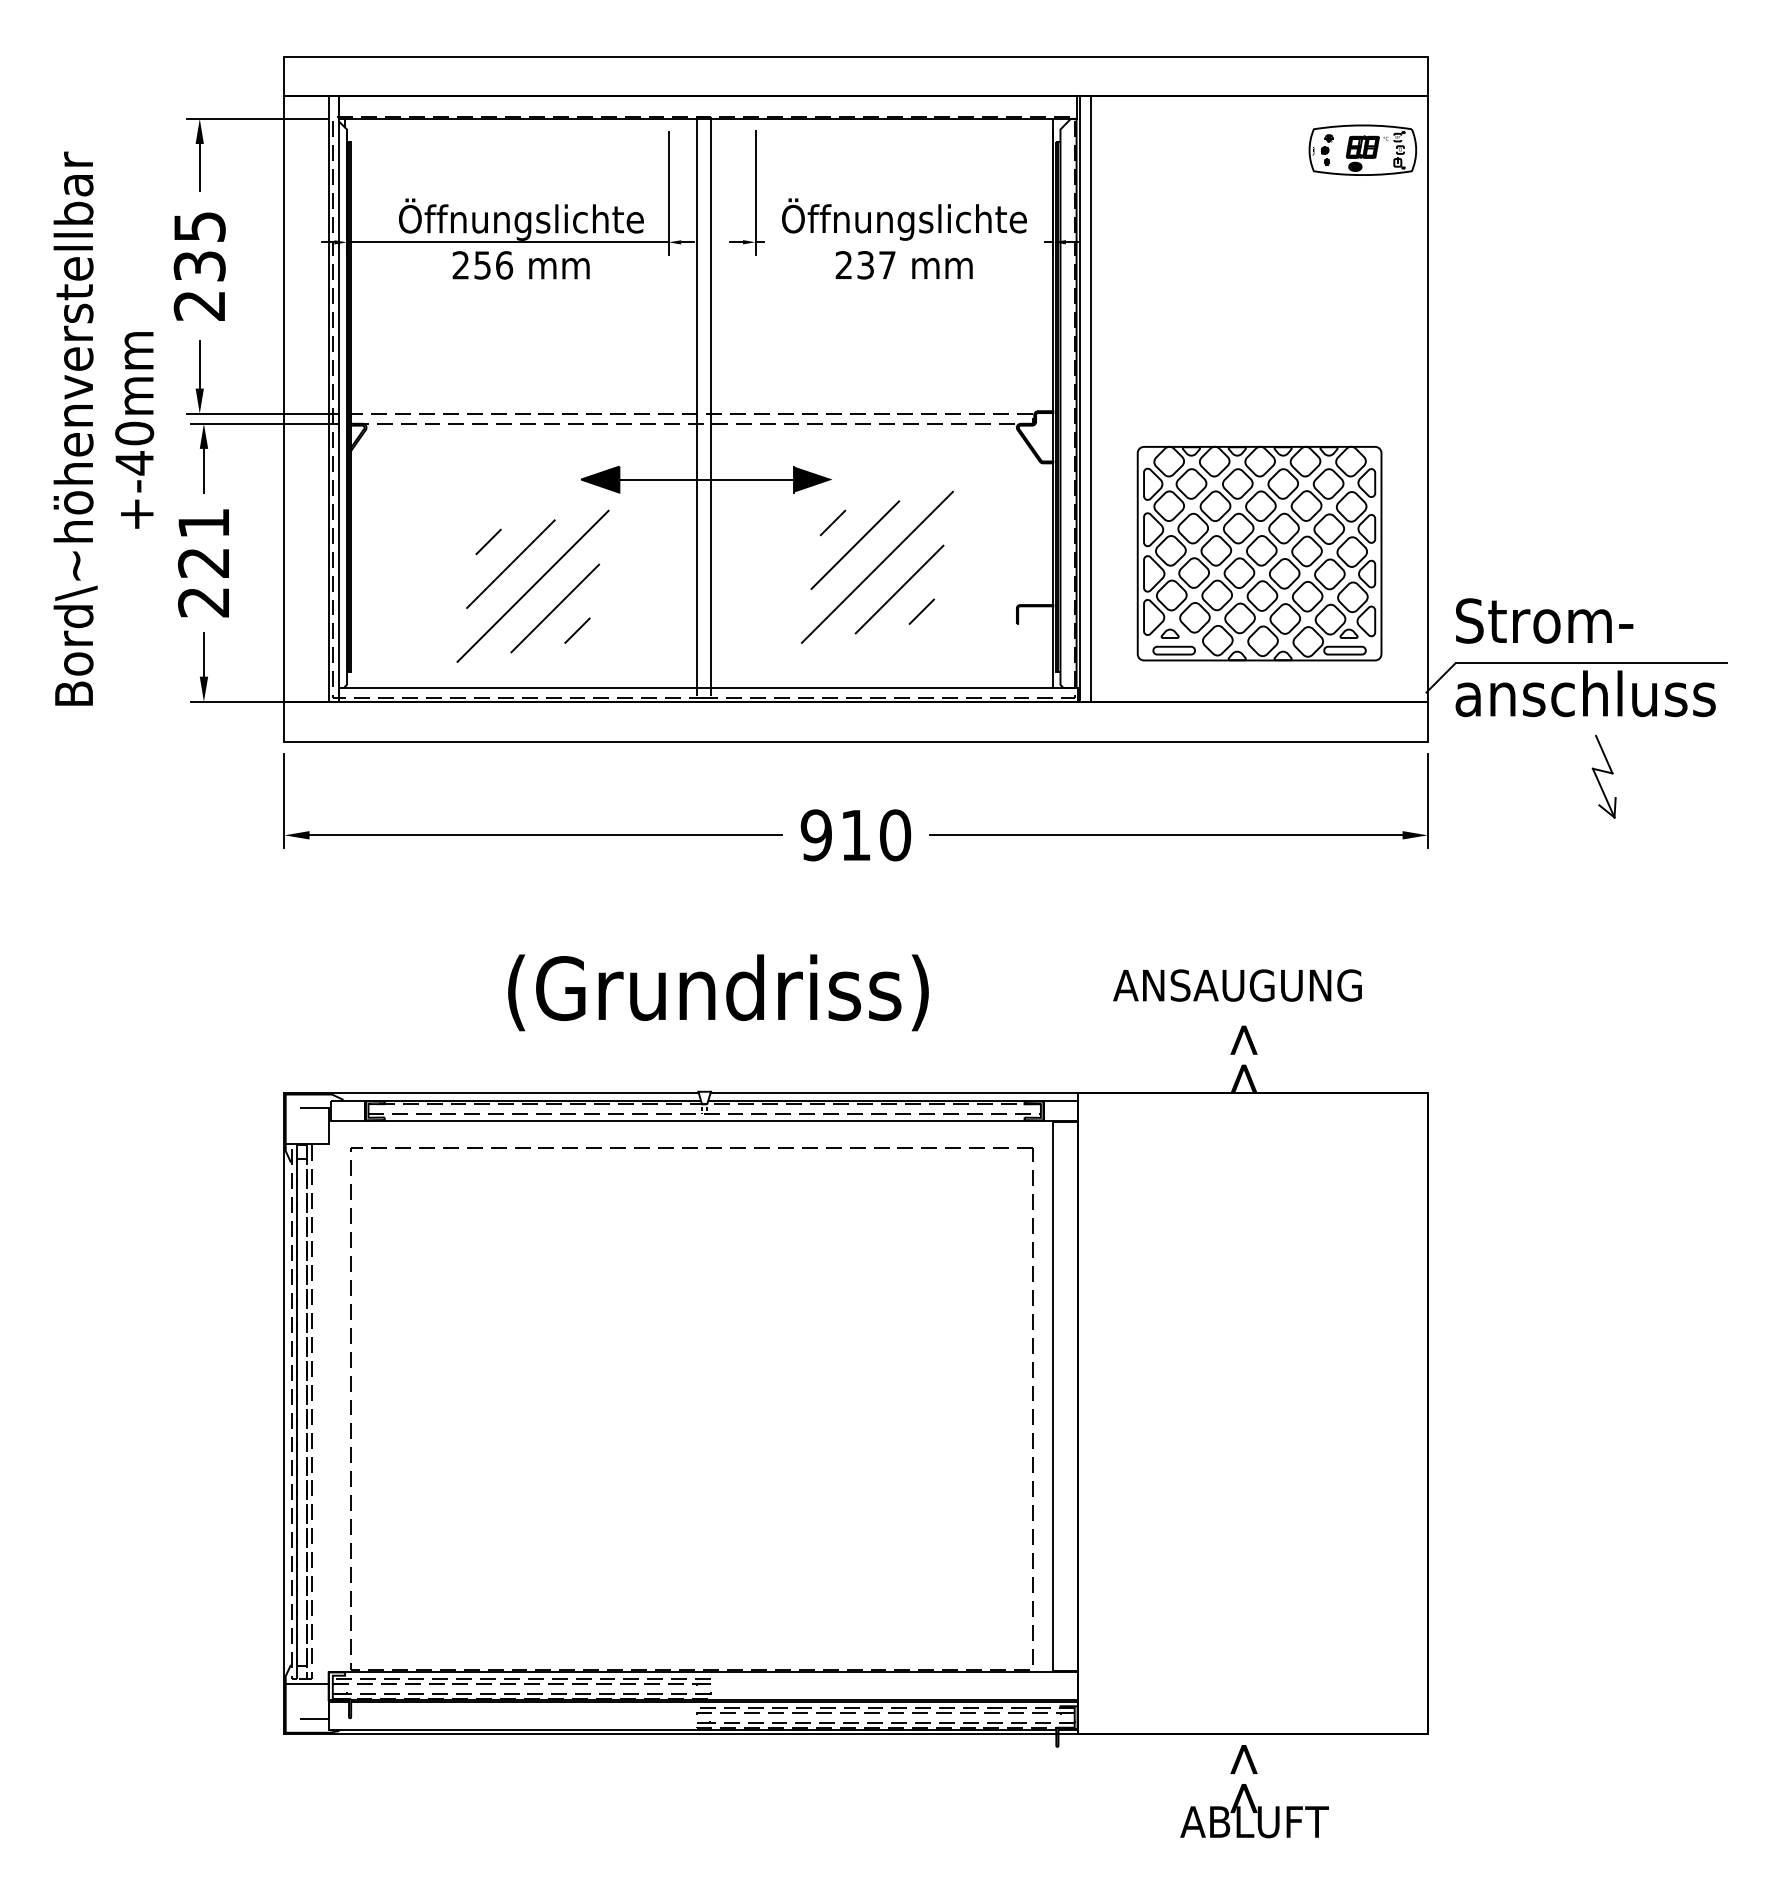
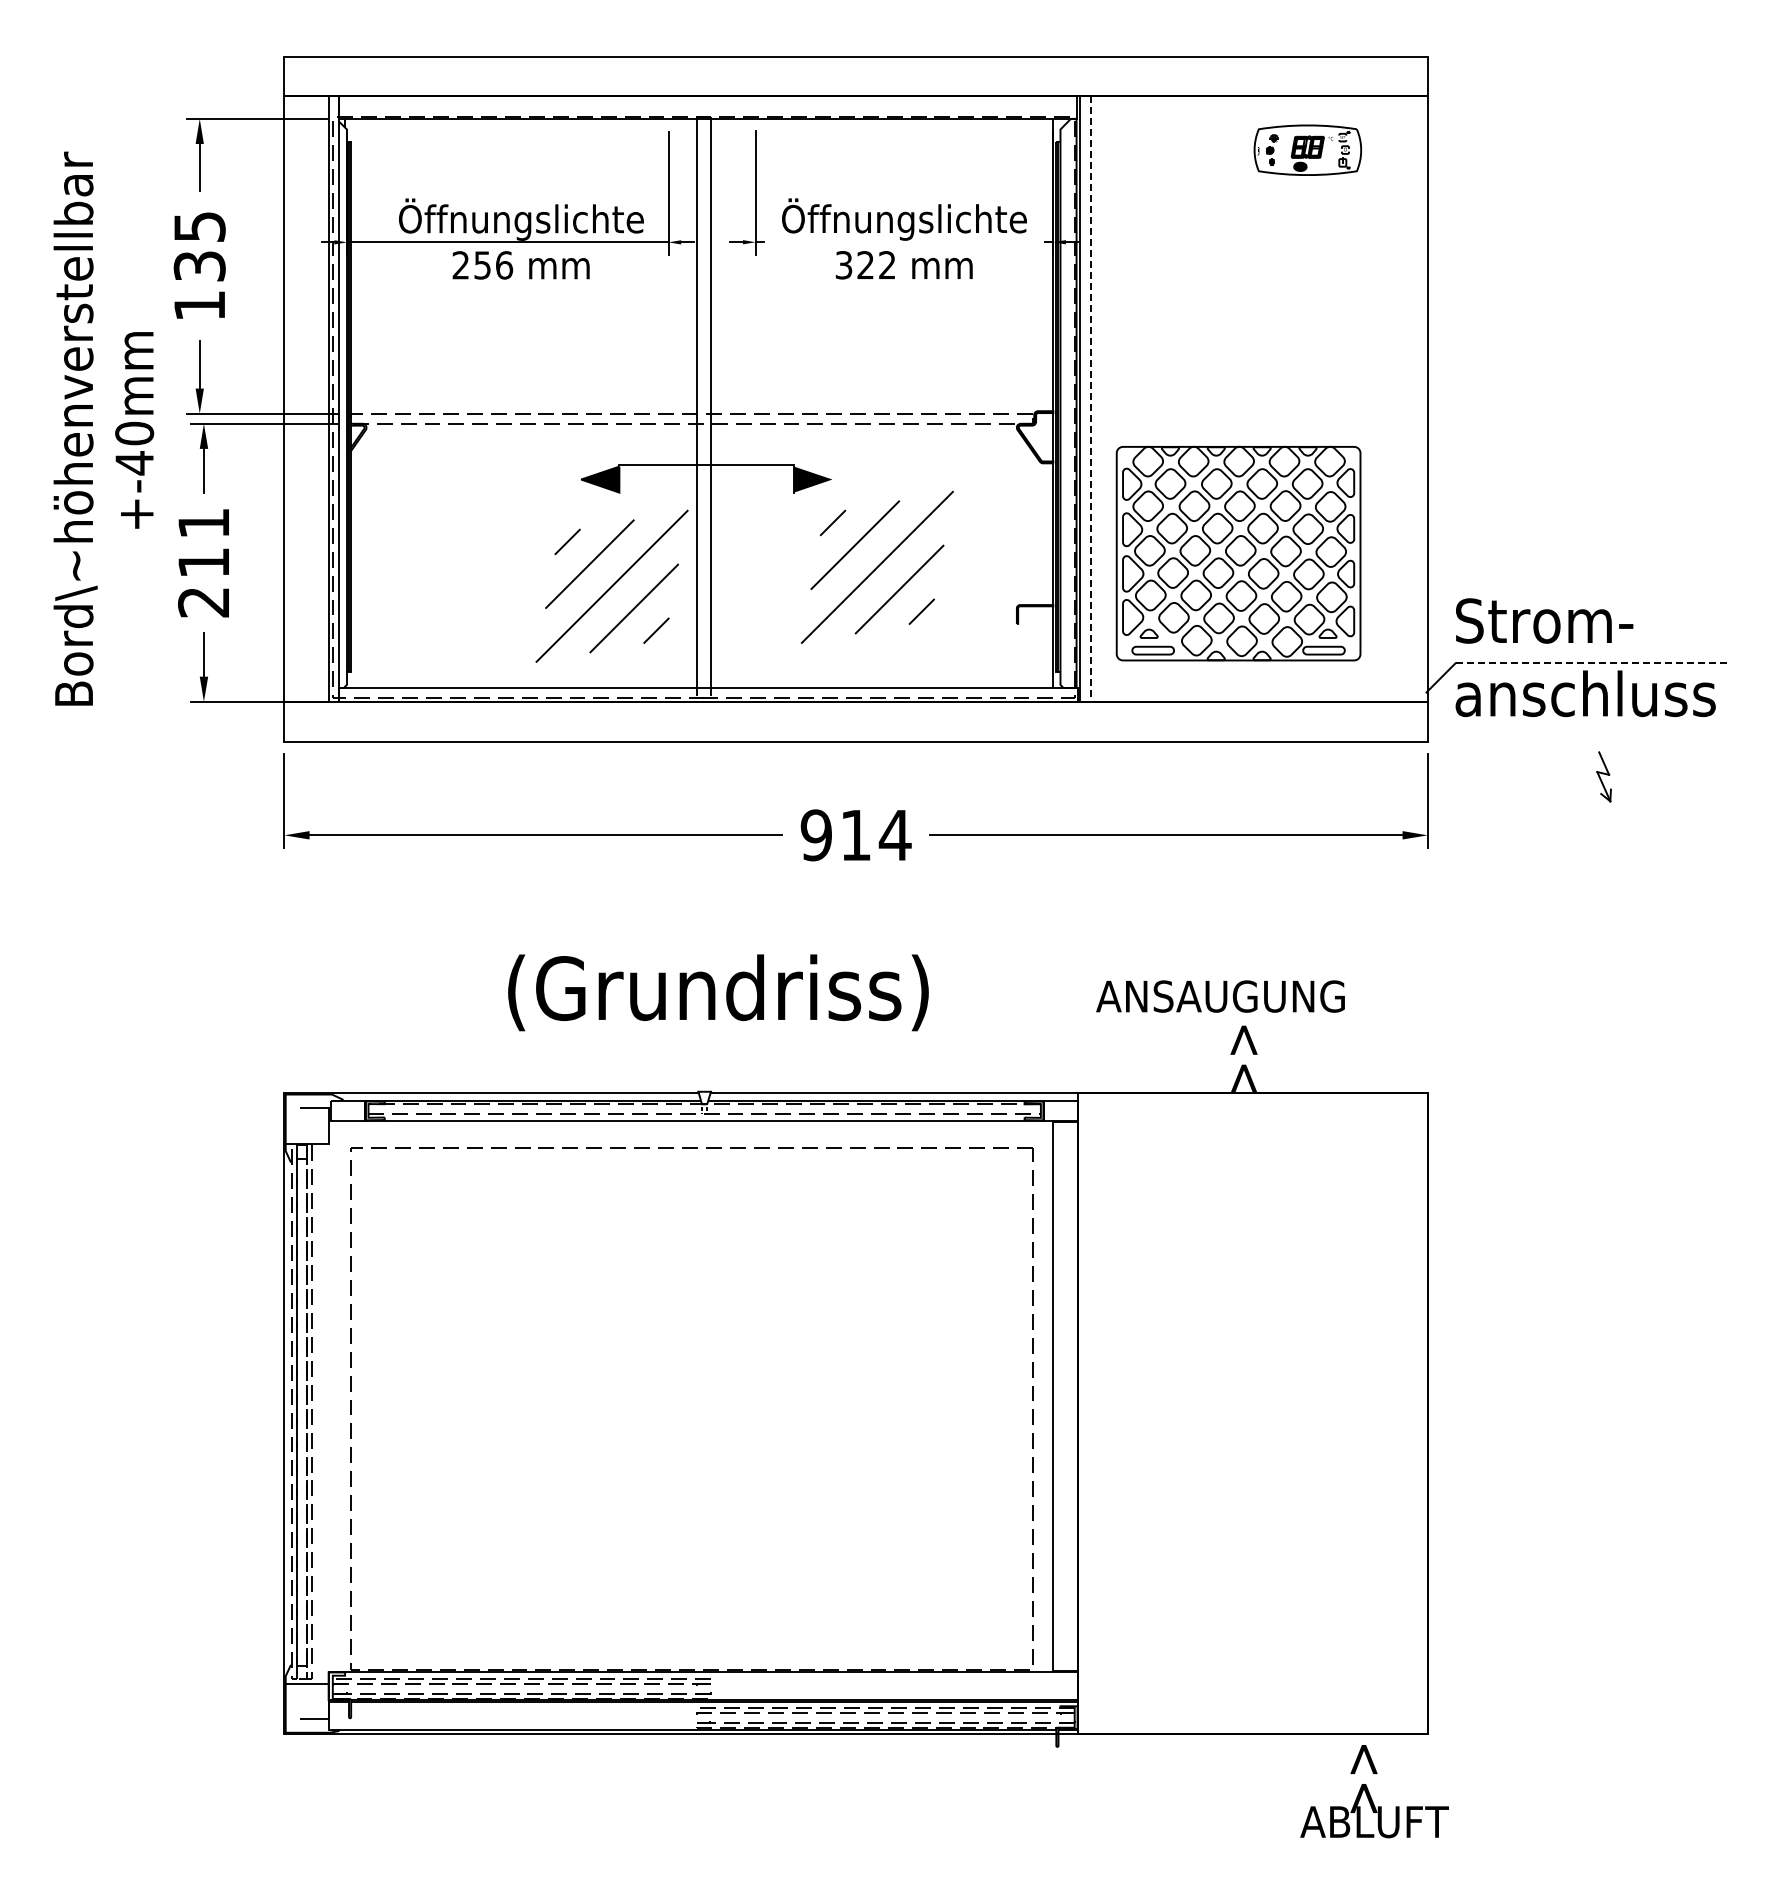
part at (1362, 149) position: (1362, 149) -> (1307, 149)
text at (865, 265): 237 -> 322
text at (198, 305): 235 -> 135
line at (1091, 399): solid -> dashed
line at (706, 479) position: (706, 479) -> (706, 464)
part at (1259, 553) position: (1259, 553) -> (1238, 553)
text at (202, 562): 221 -> 211
part at (532, 585) position: (532, 585) -> (611, 585)
line at (1591, 663): solid -> dashed
part at (1603, 776) size: 26x84 px -> 16x52 px
text at (894, 835): 910 -> 914
text at (1237, 985) position: (1237, 985) -> (1220, 996)
text at (1254, 1791) position: (1254, 1791) -> (1374, 1791)
